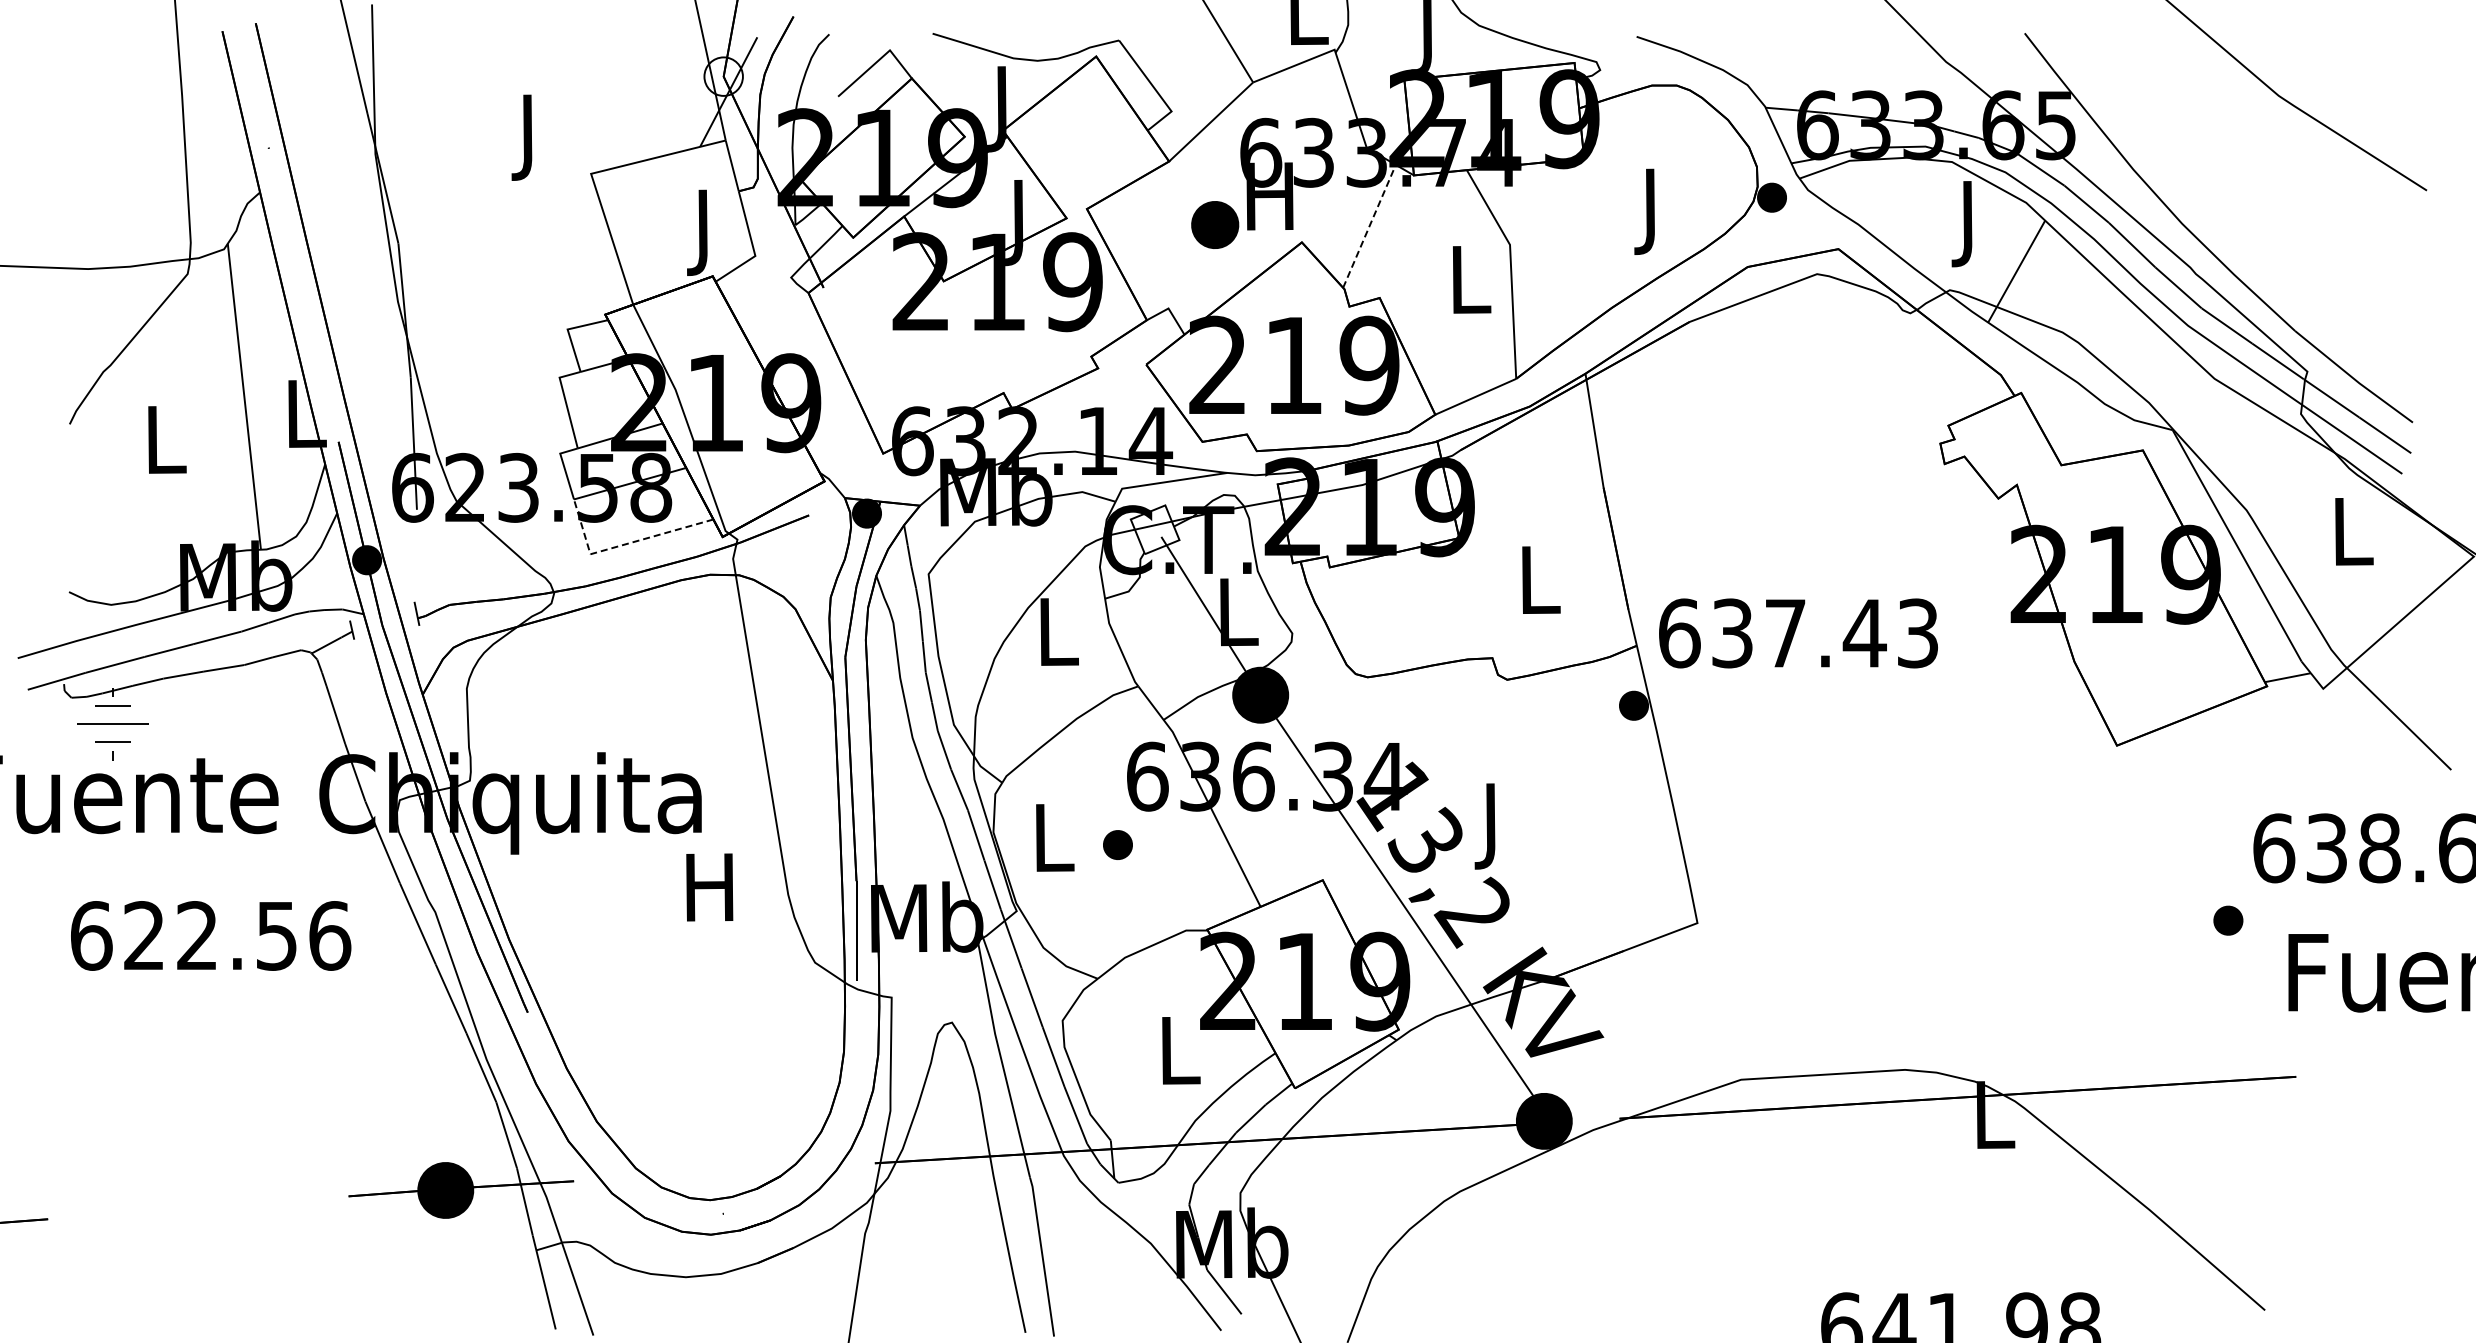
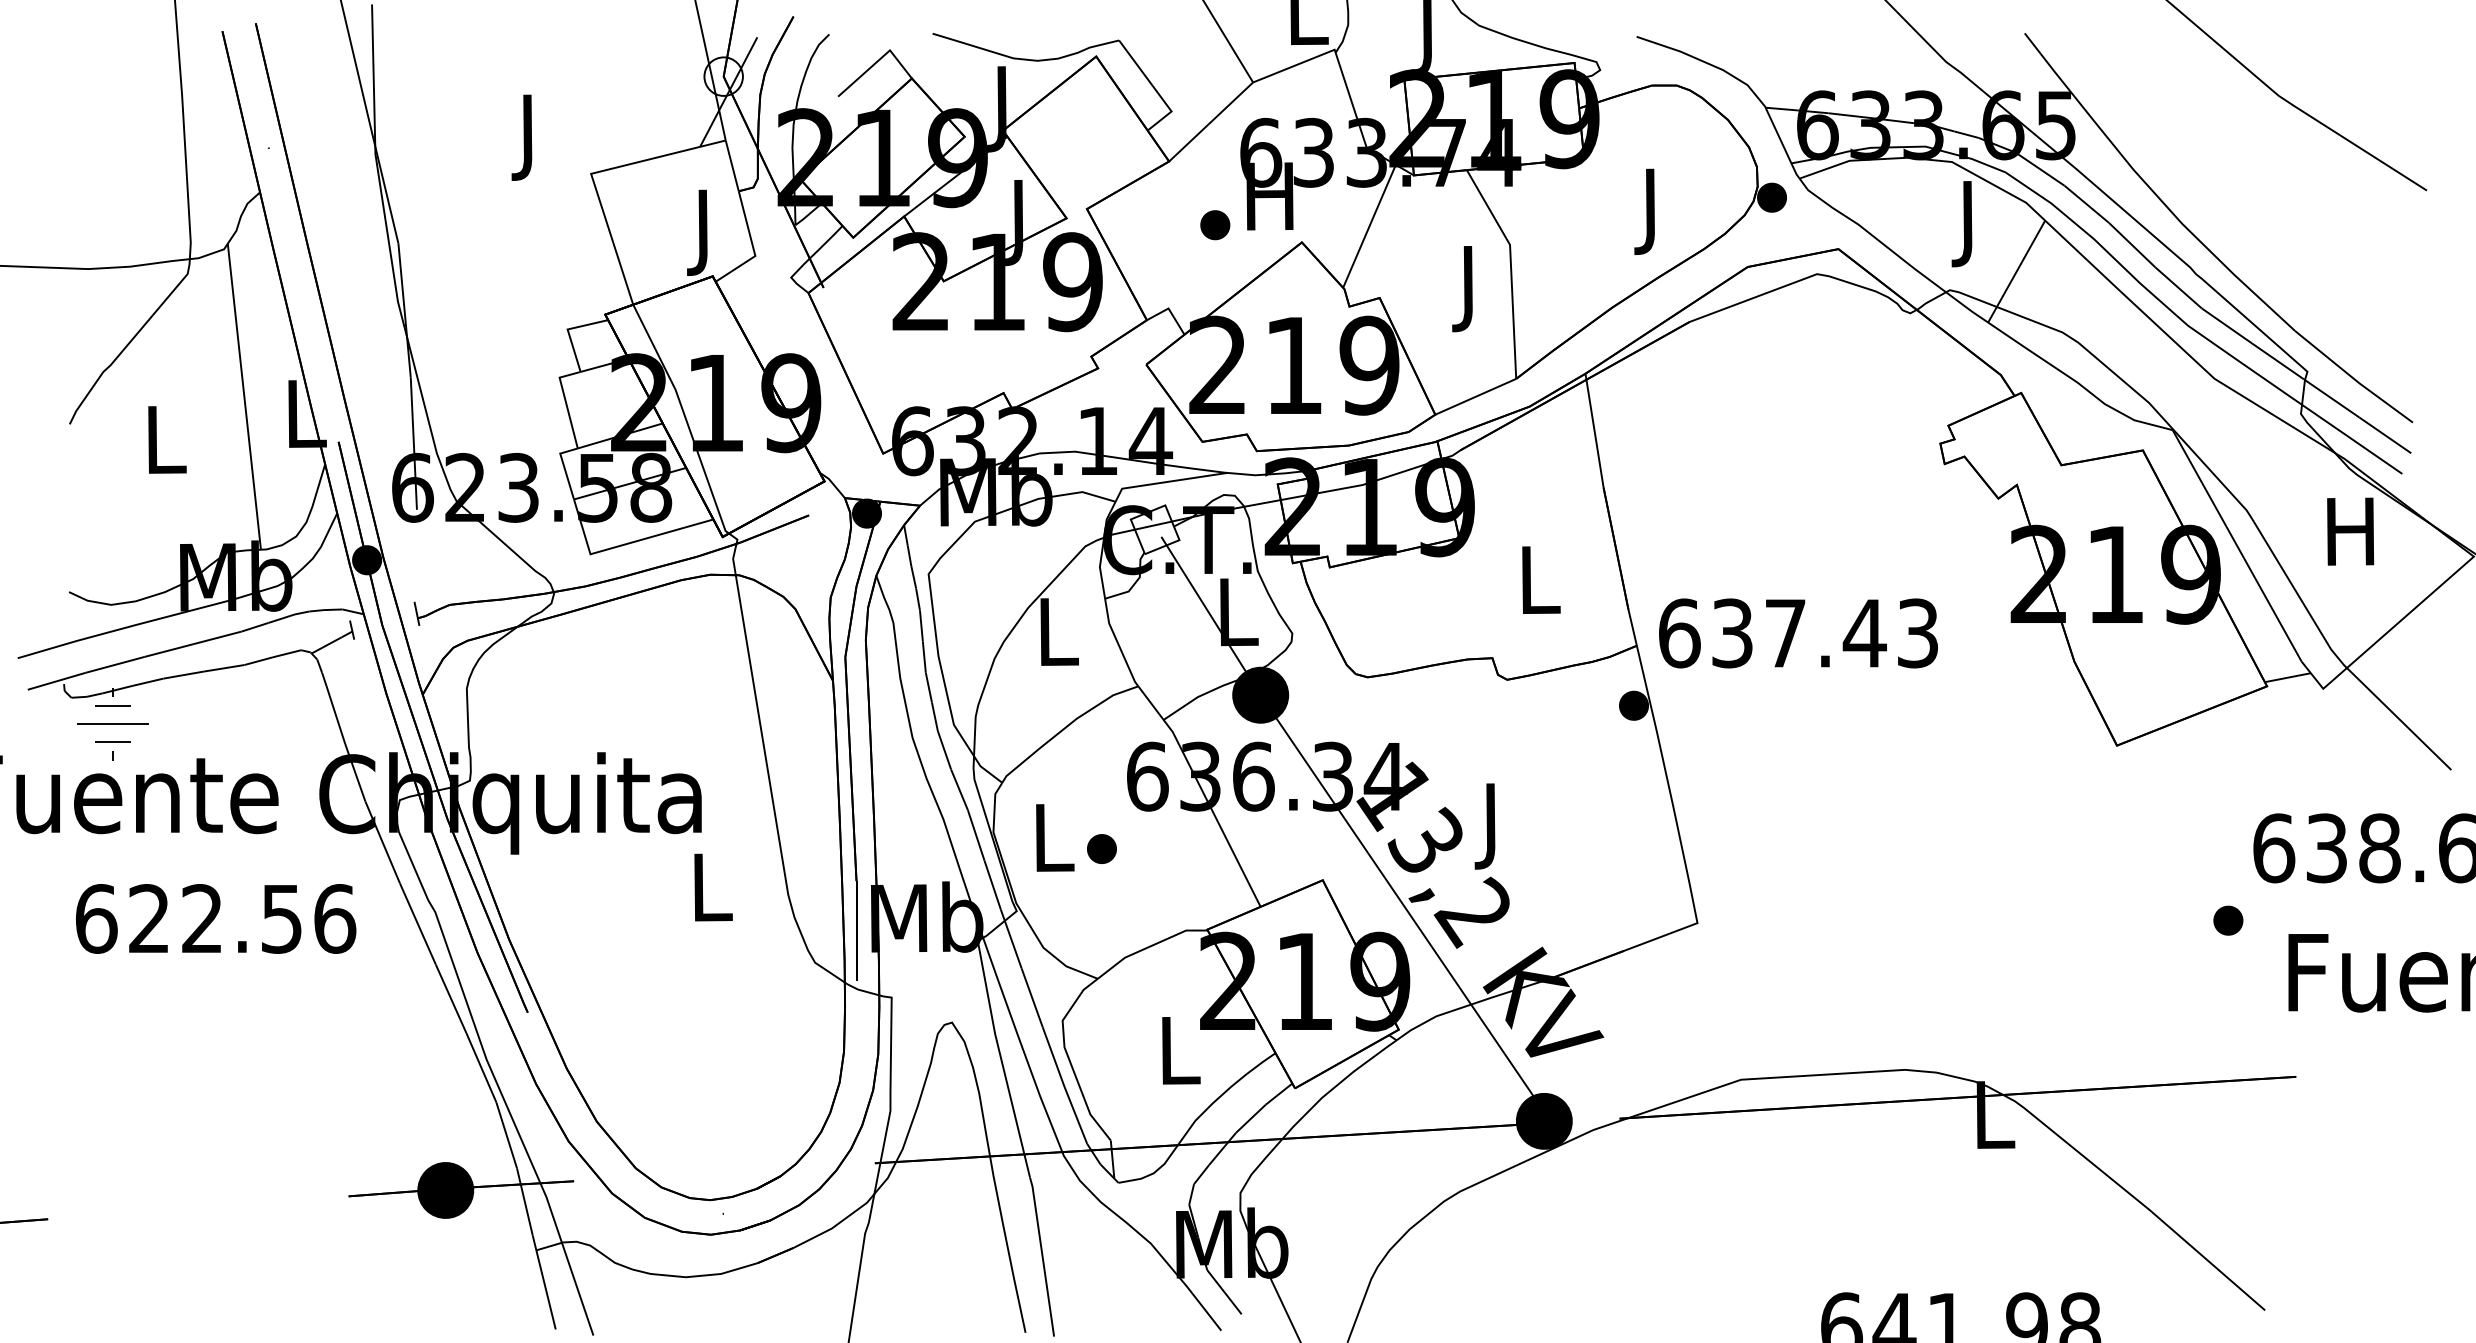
part at (1215, 224) size: 49x48 px -> 31x31 px
line at (1369, 226): dashed -> solid
text at (1471, 289): L -> J
text at (2350, 531): L -> H
line at (623, 545): dashed -> solid
part at (1117, 844) position: (1117, 844) -> (1101, 848)
text at (709, 887): H -> L
text at (211, 935) position: (211, 935) -> (216, 918)
